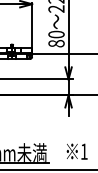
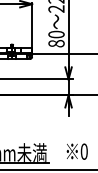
text at (83, 151): 1 -> 0
